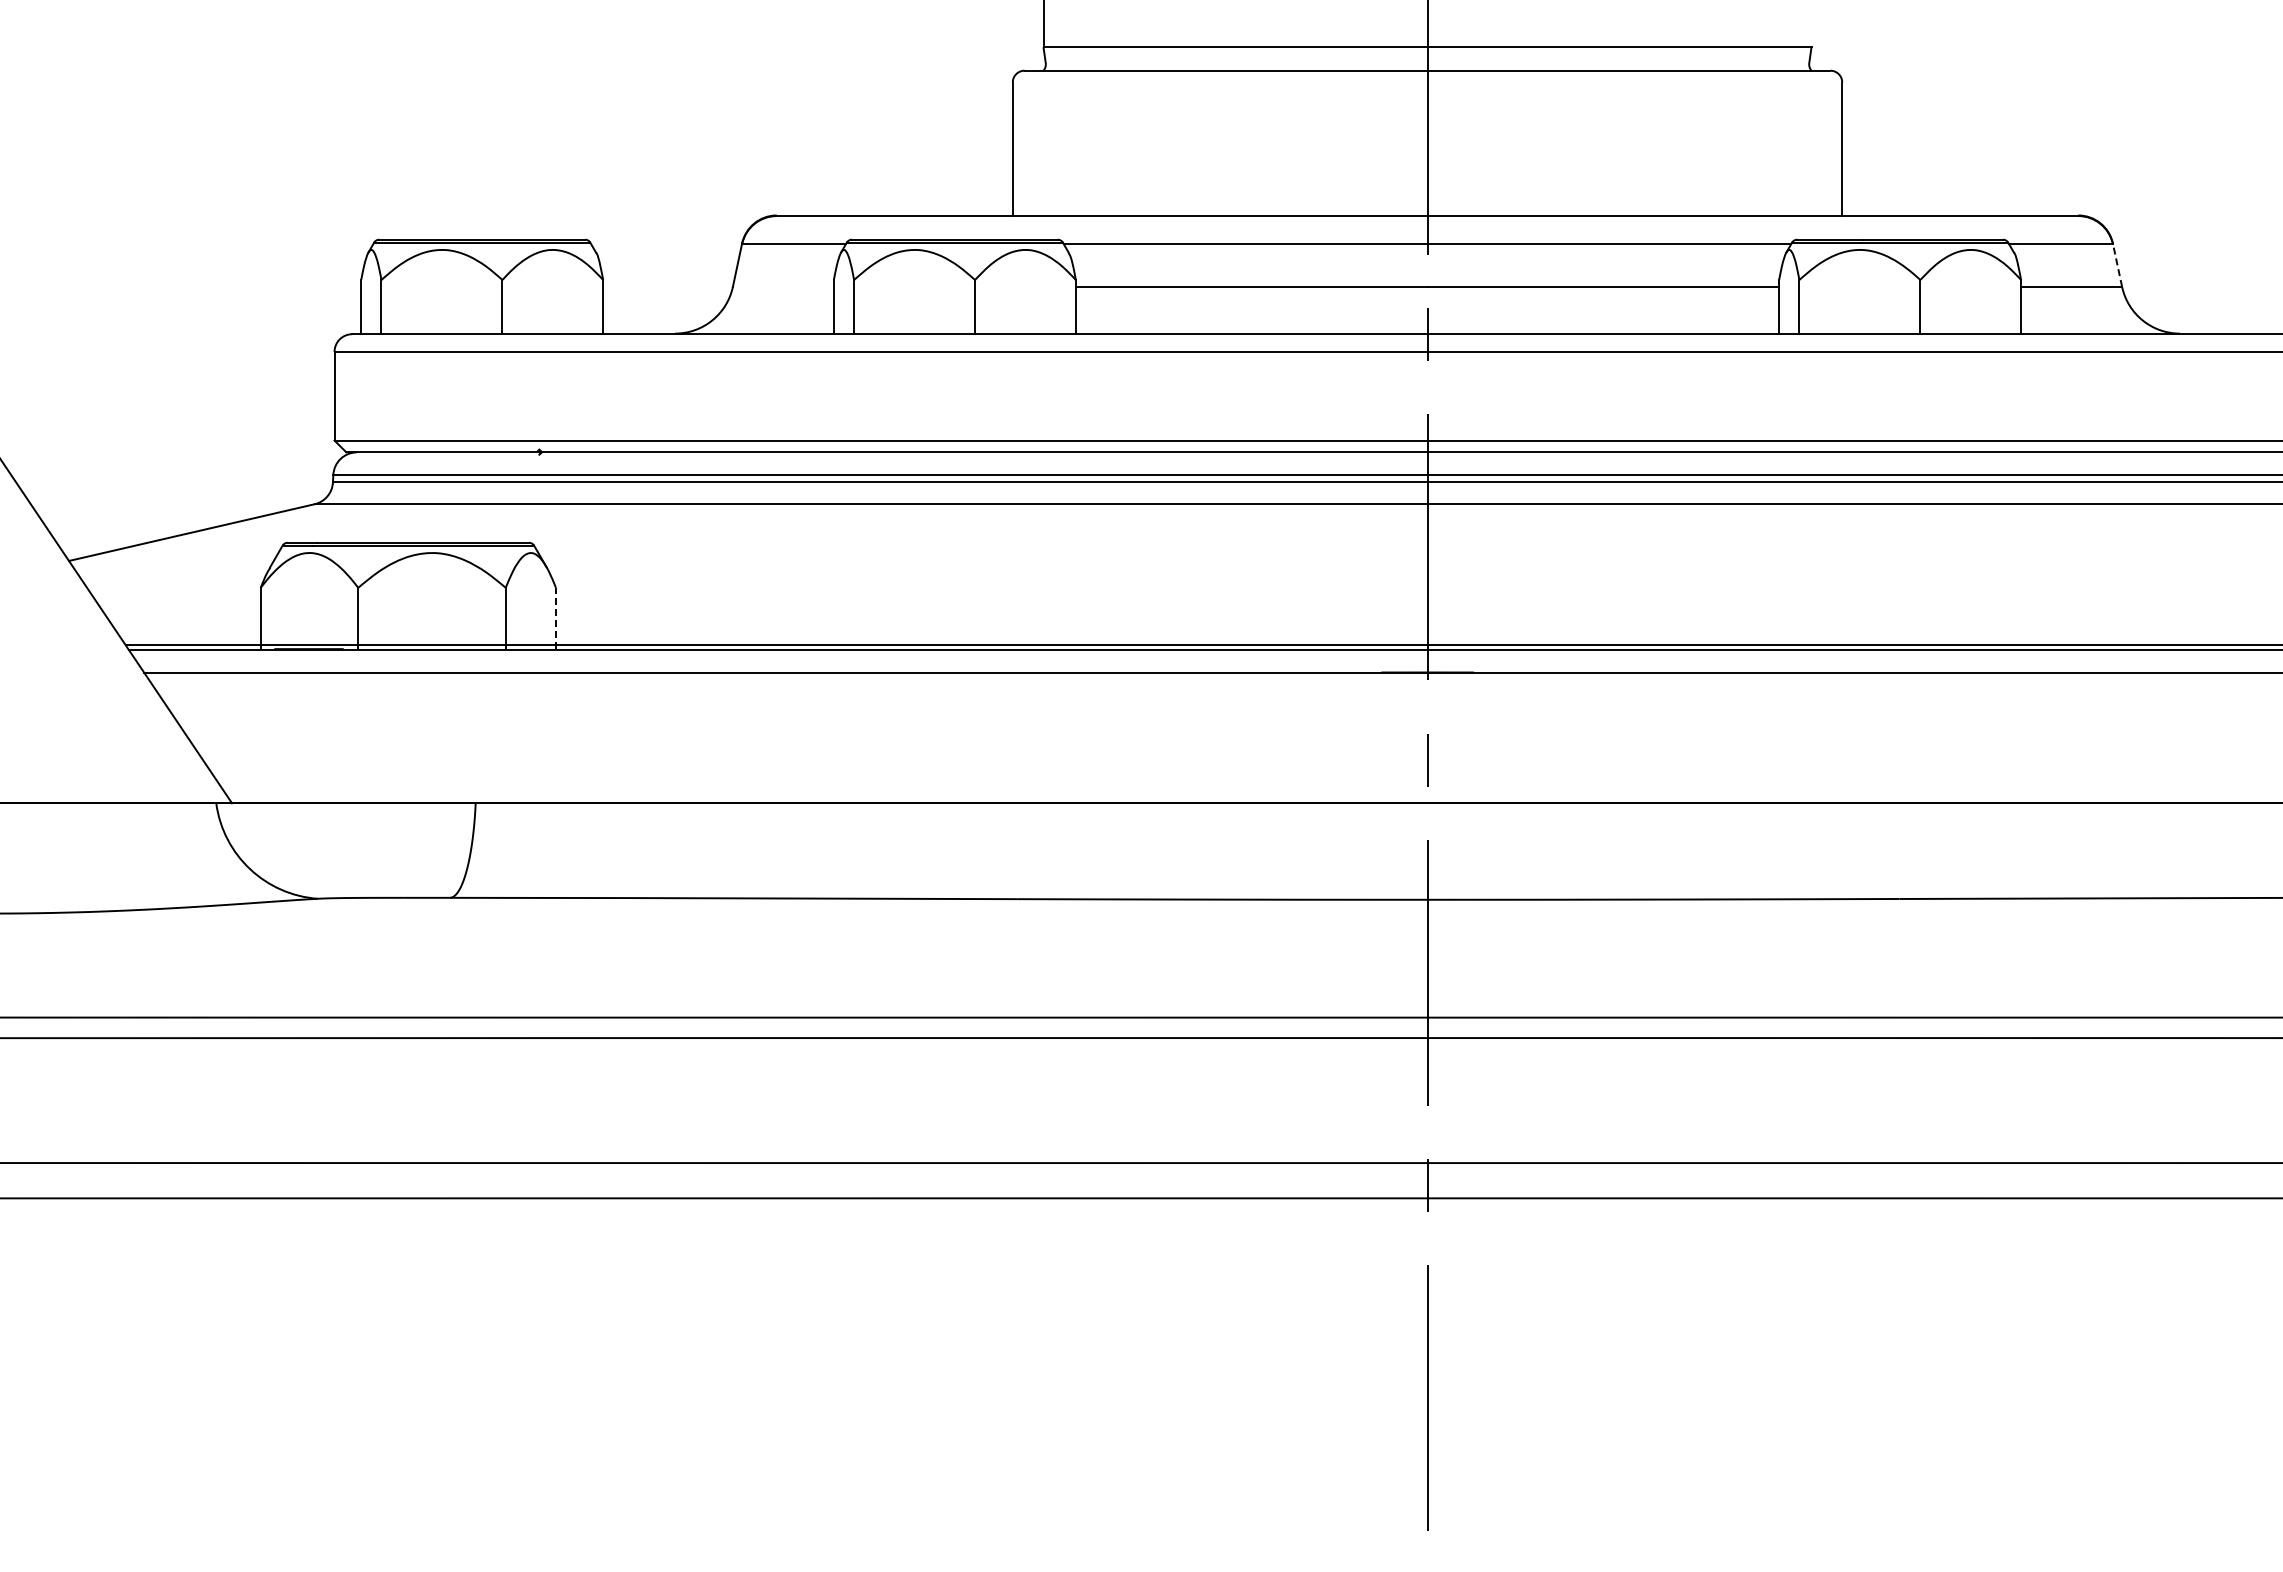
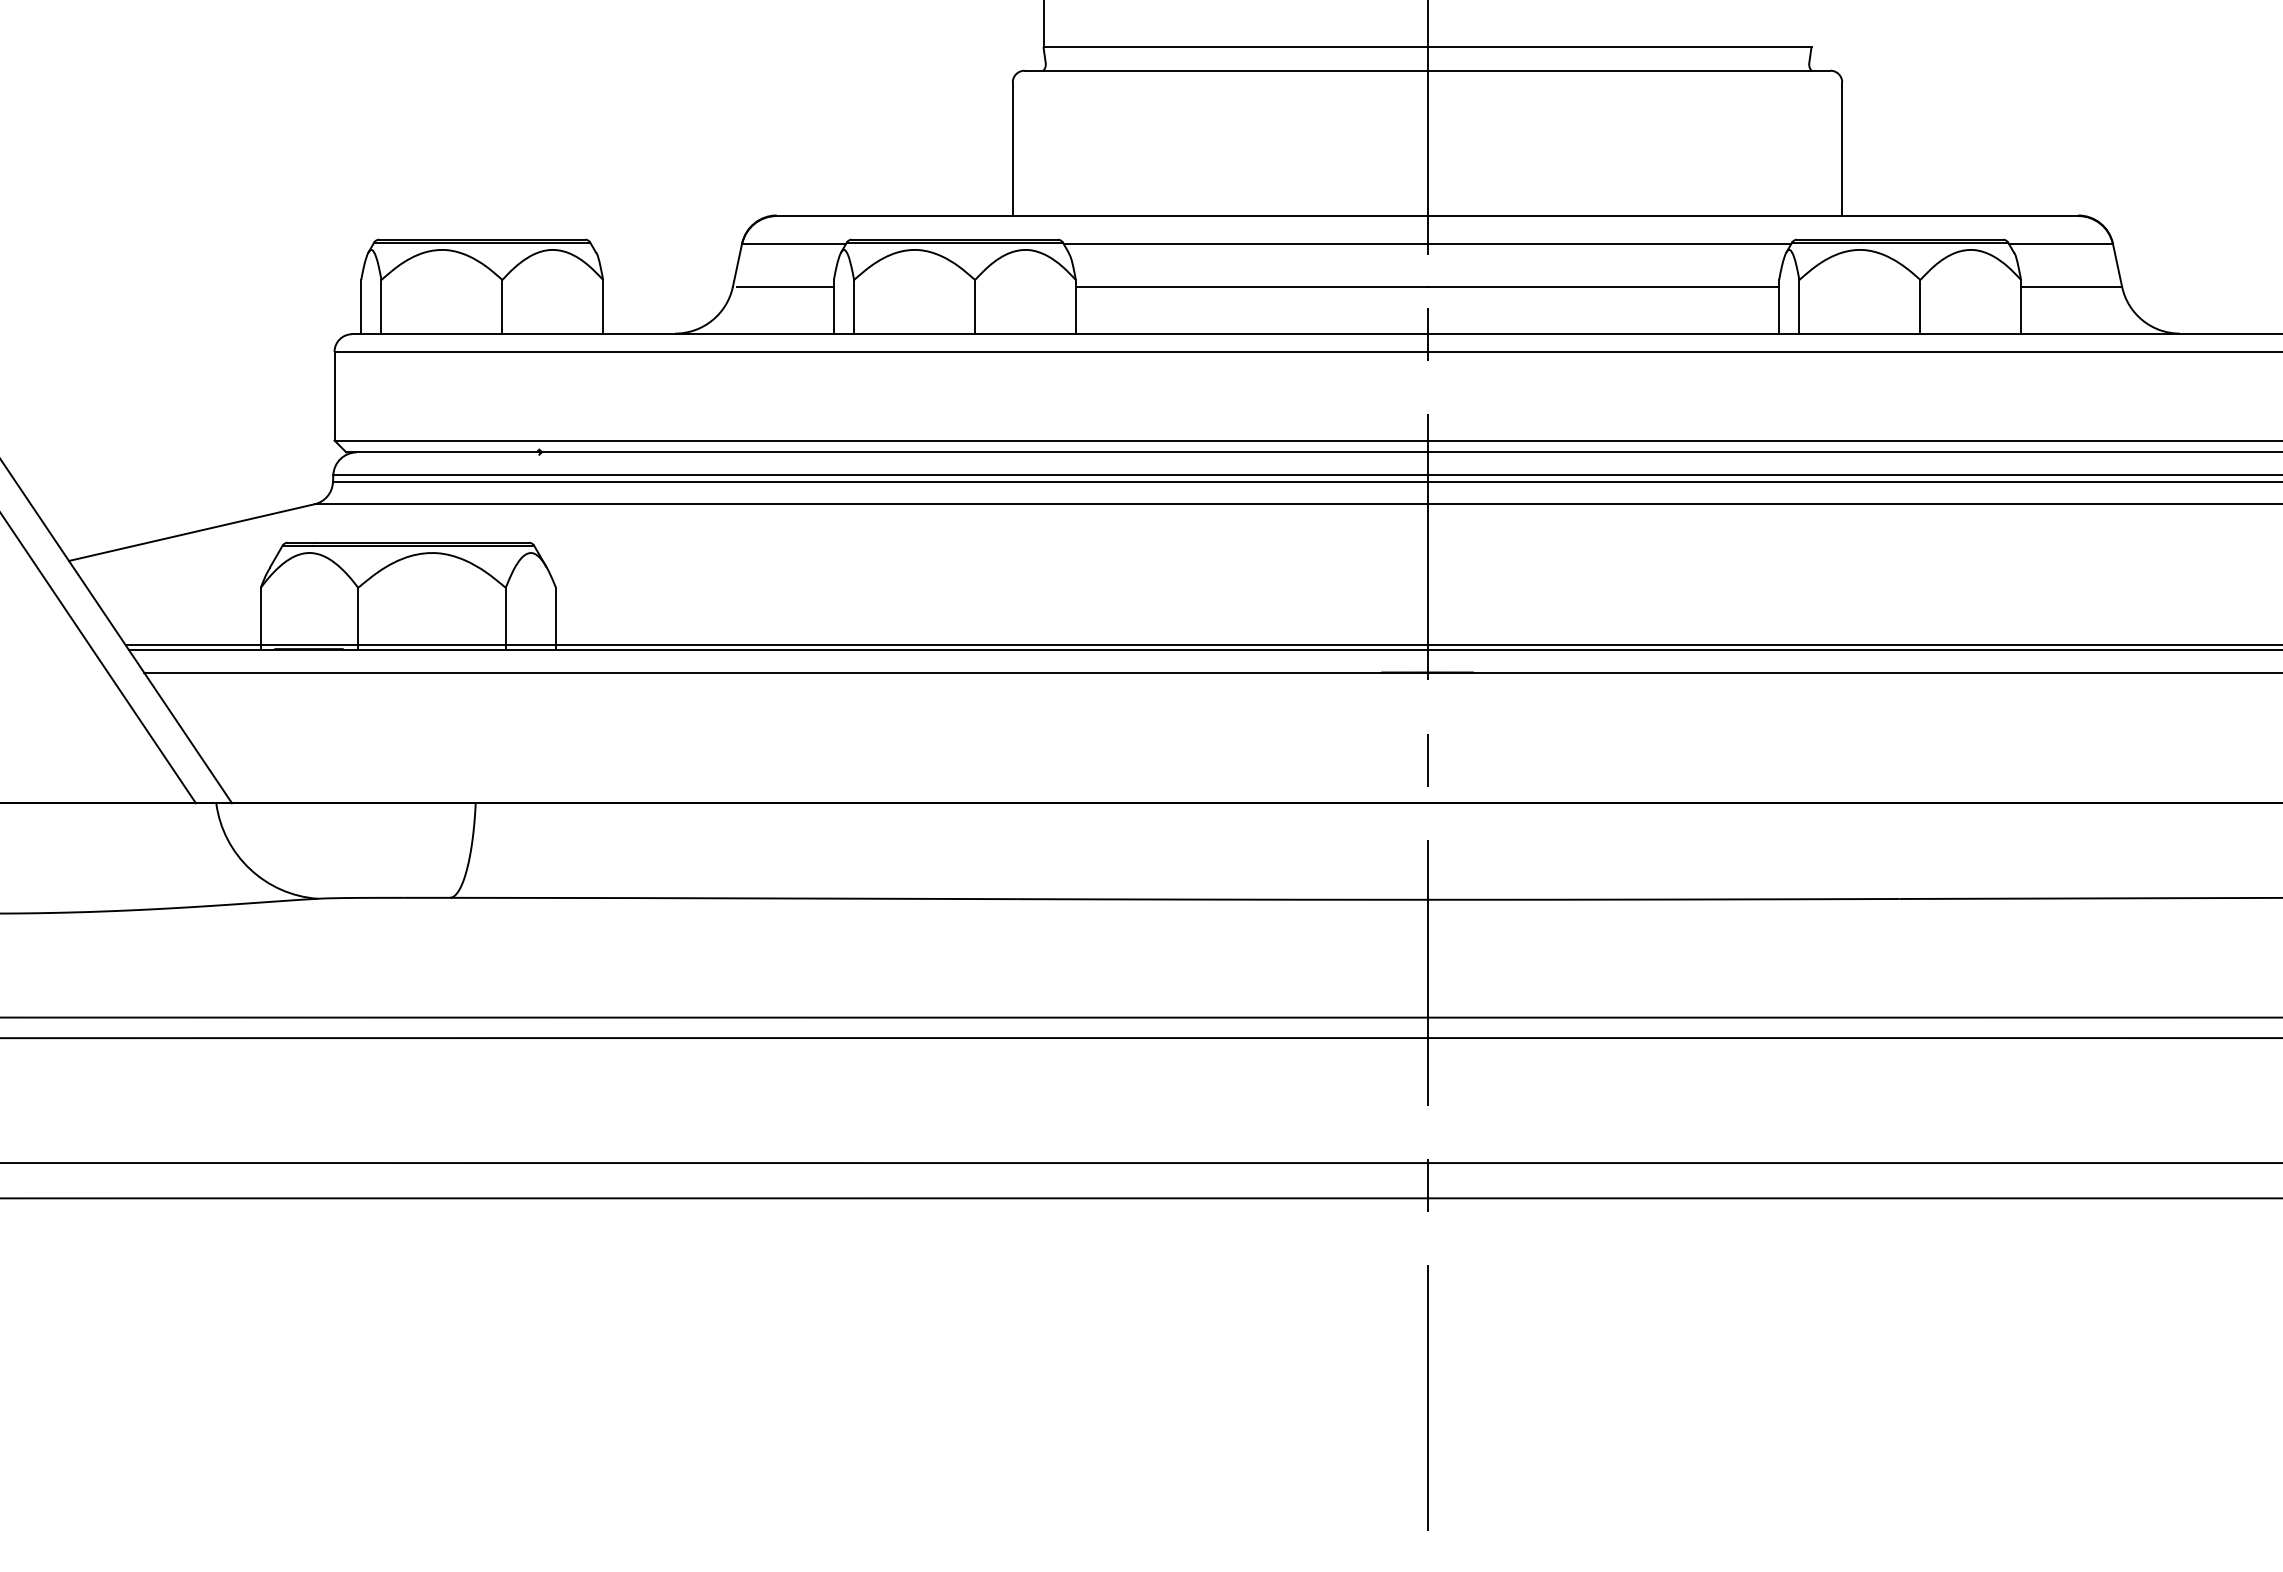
line at (2117, 264): dashed -> solid
line at (785, 287): none -> present
line at (555, 618): dashed -> solid
line at (99, 659): none -> present
